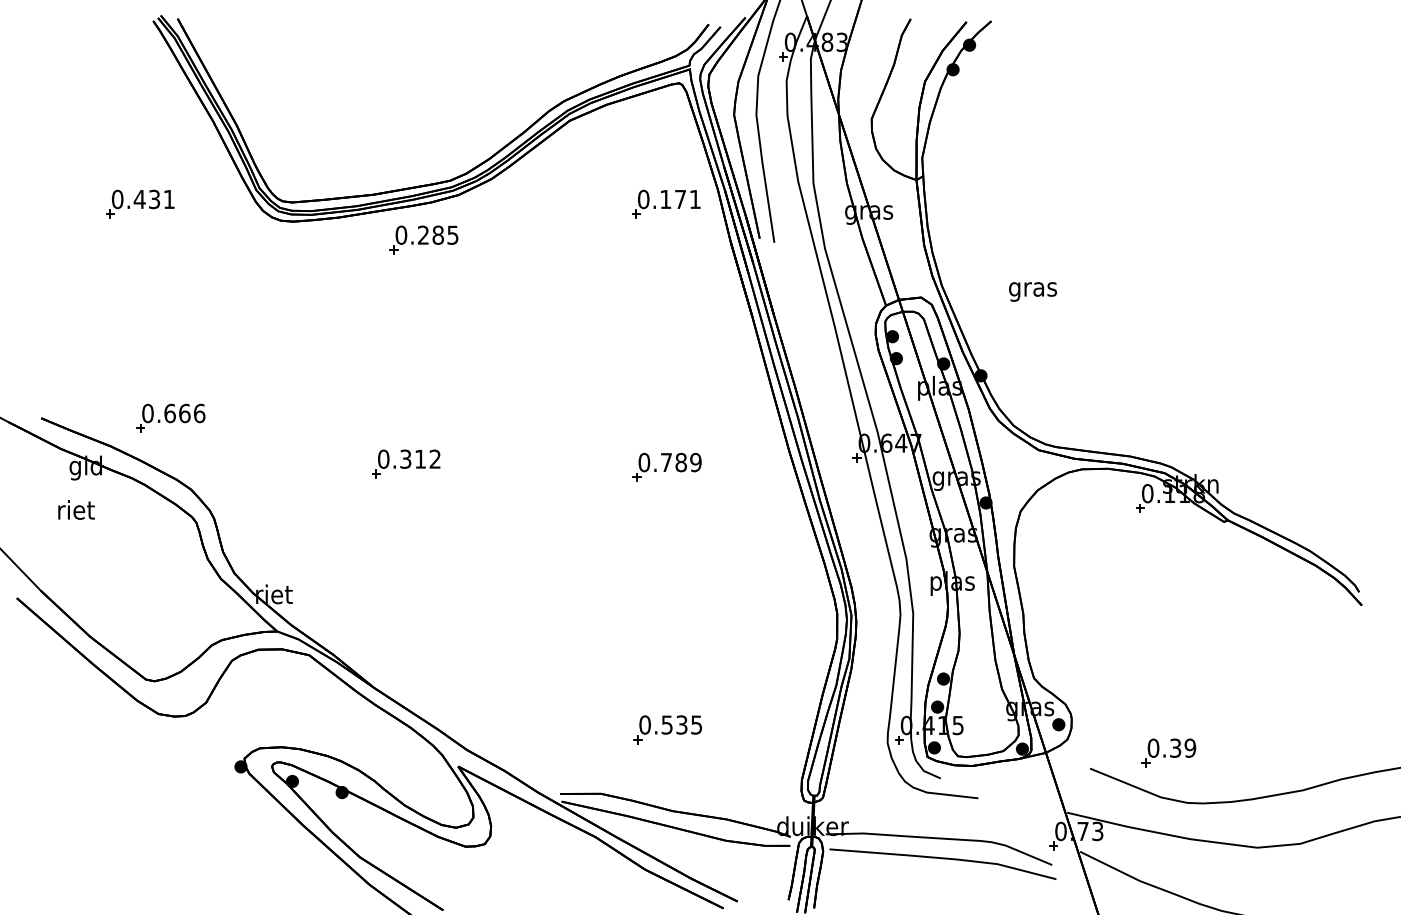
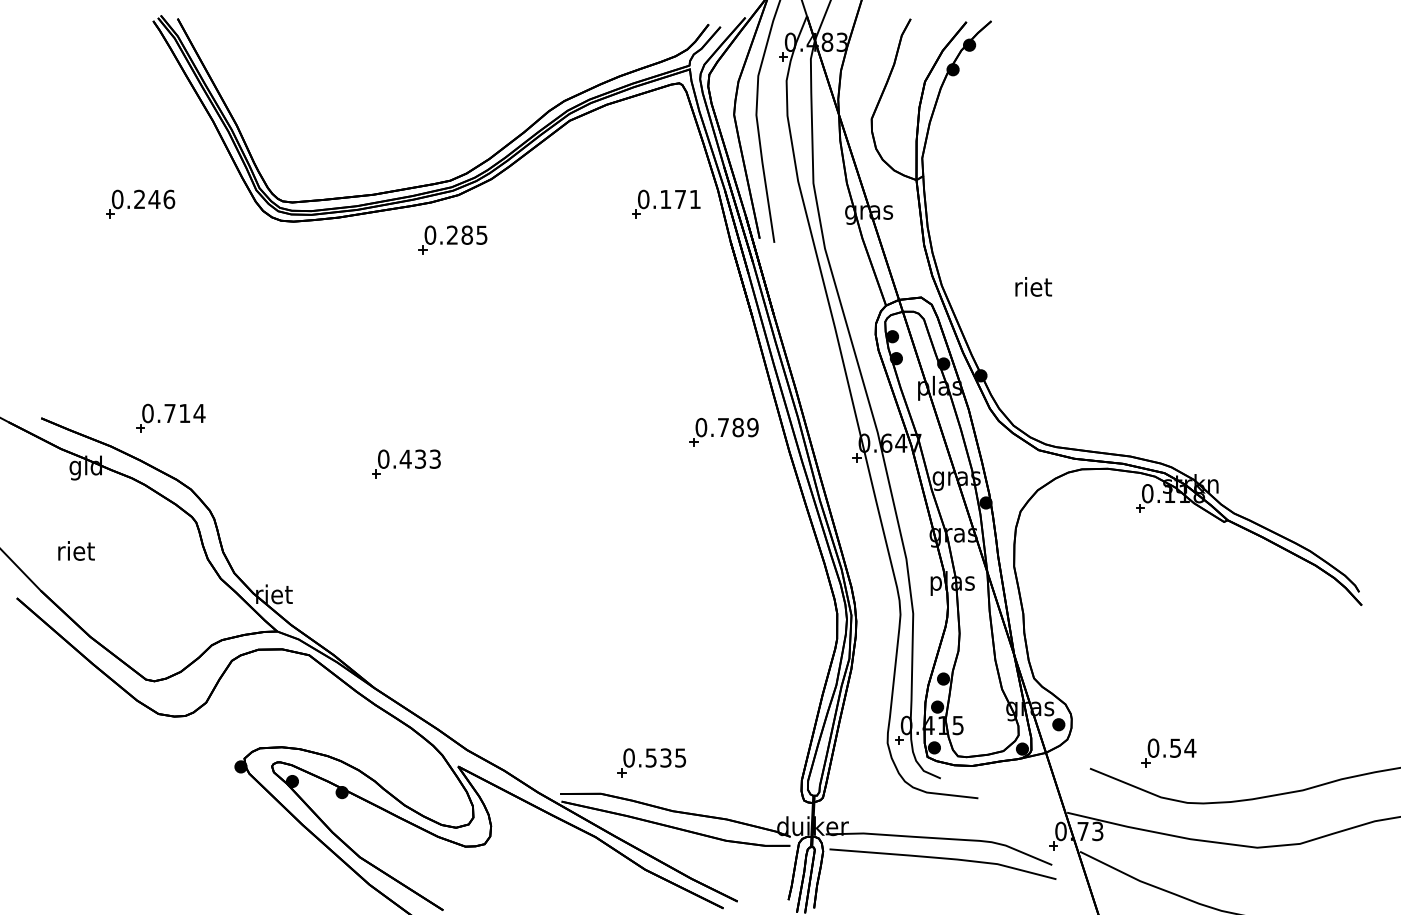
text at (154, 199): 0.431 -> 0.246
part at (423, 239) position: (423, 239) -> (452, 239)
text at (1033, 289): gras -> riet
text at (184, 413): 0.666 -> 0.714
text at (419, 458): 0.312 -> 0.433
part at (666, 466) position: (666, 466) -> (723, 431)
text at (76, 509) position: (76, 509) -> (76, 550)
part at (667, 729) position: (667, 729) -> (651, 762)
text at (1183, 747): 0.39 -> 0.54
